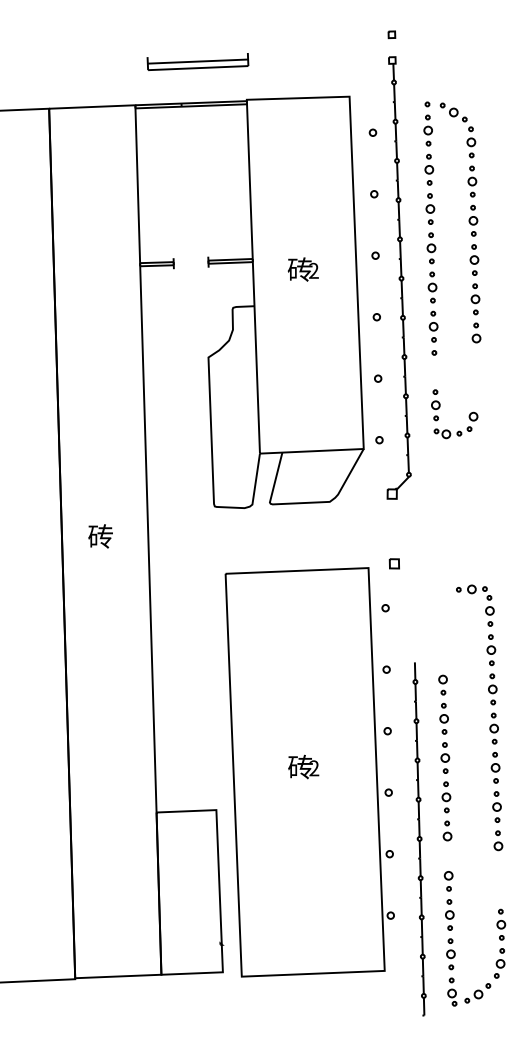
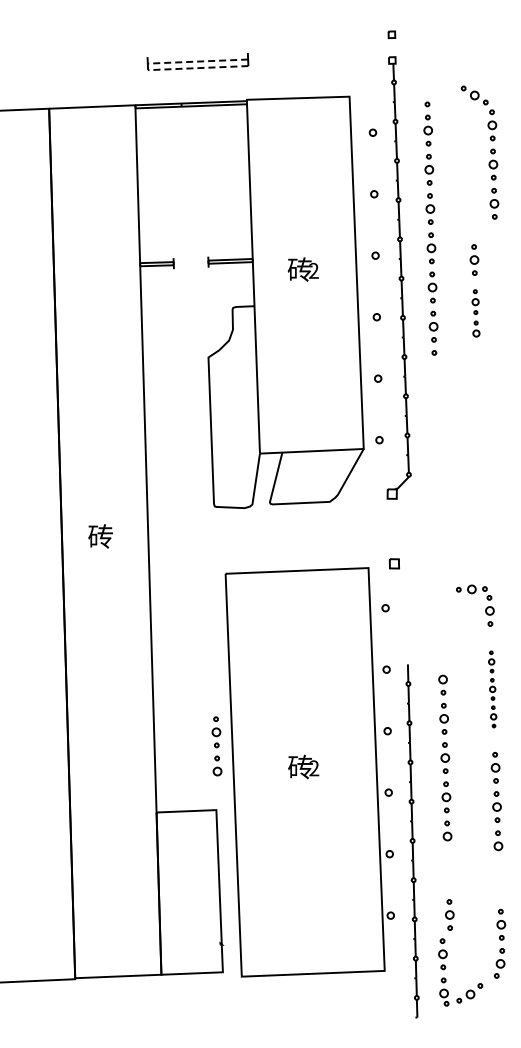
line at (197, 61): solid -> dashed
line at (197, 68): solid -> dashed
part at (469, 169) position: (469, 169) -> (490, 152)
part at (475, 313) size: 12x61 px -> 10x49 px
part at (468, 415): present -> none
part at (492, 689) size: 13x111 px -> 10x79 px
part at (216, 746): none -> present
part at (419, 839) position: (419, 839) -> (412, 841)
part at (448, 881): present -> none
part at (454, 967) position: (454, 967) -> (446, 967)
